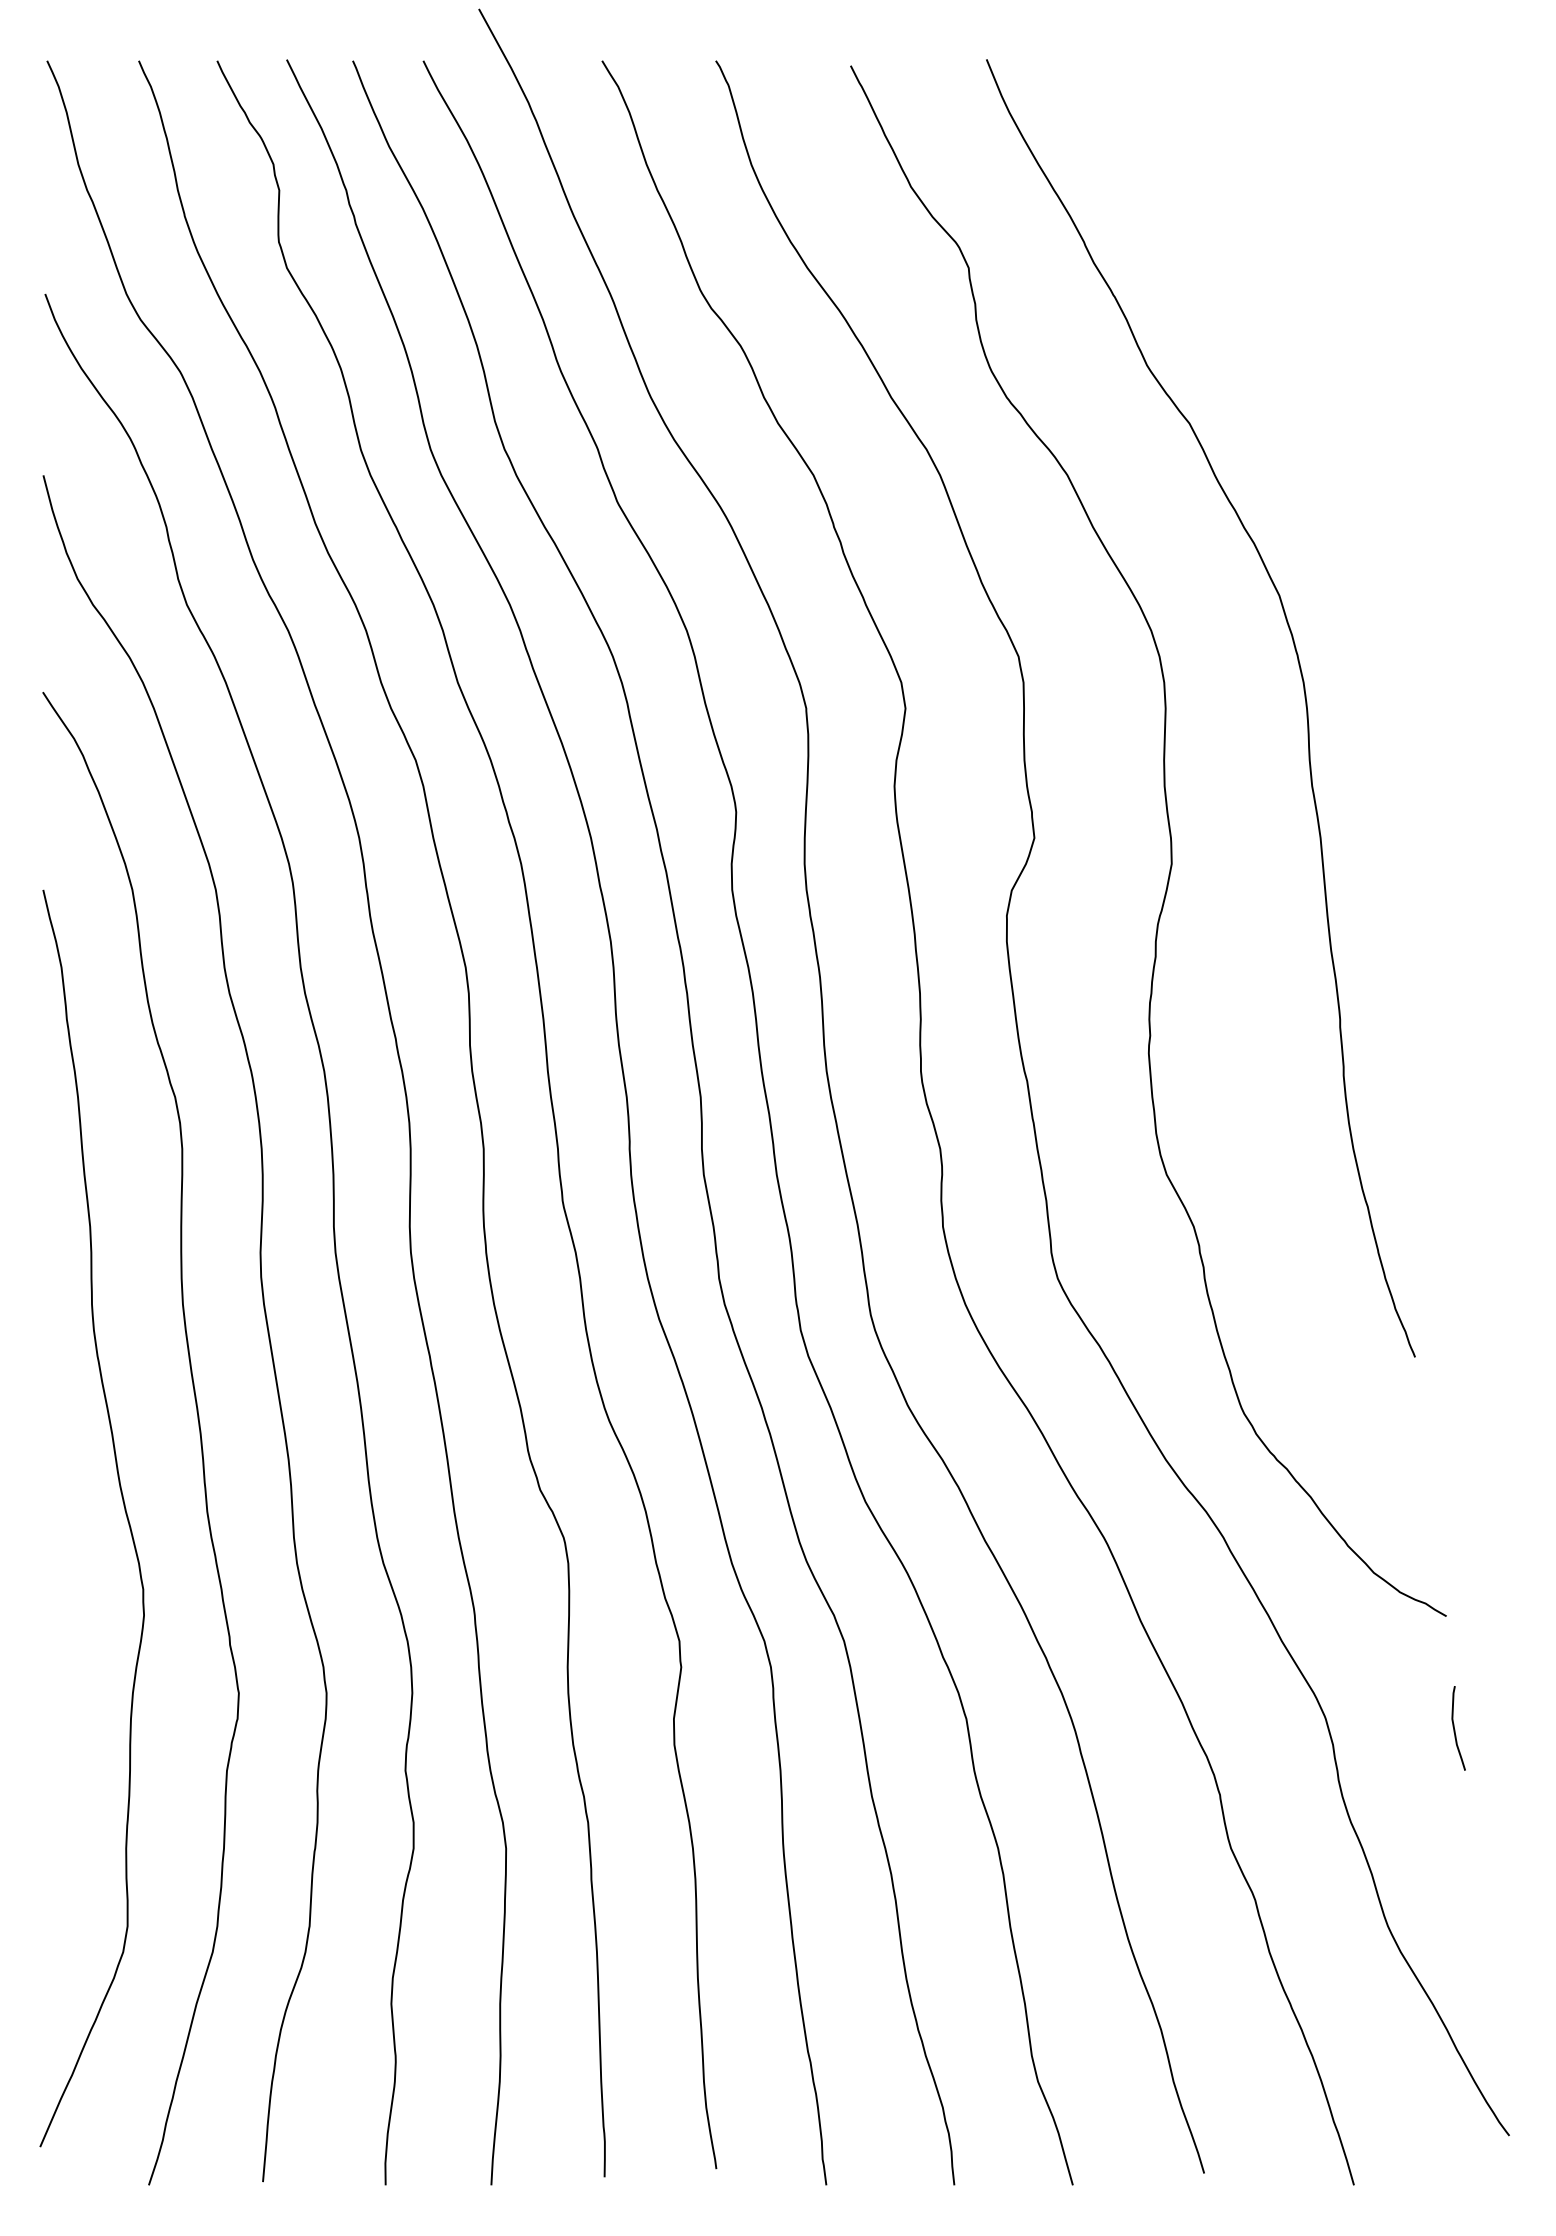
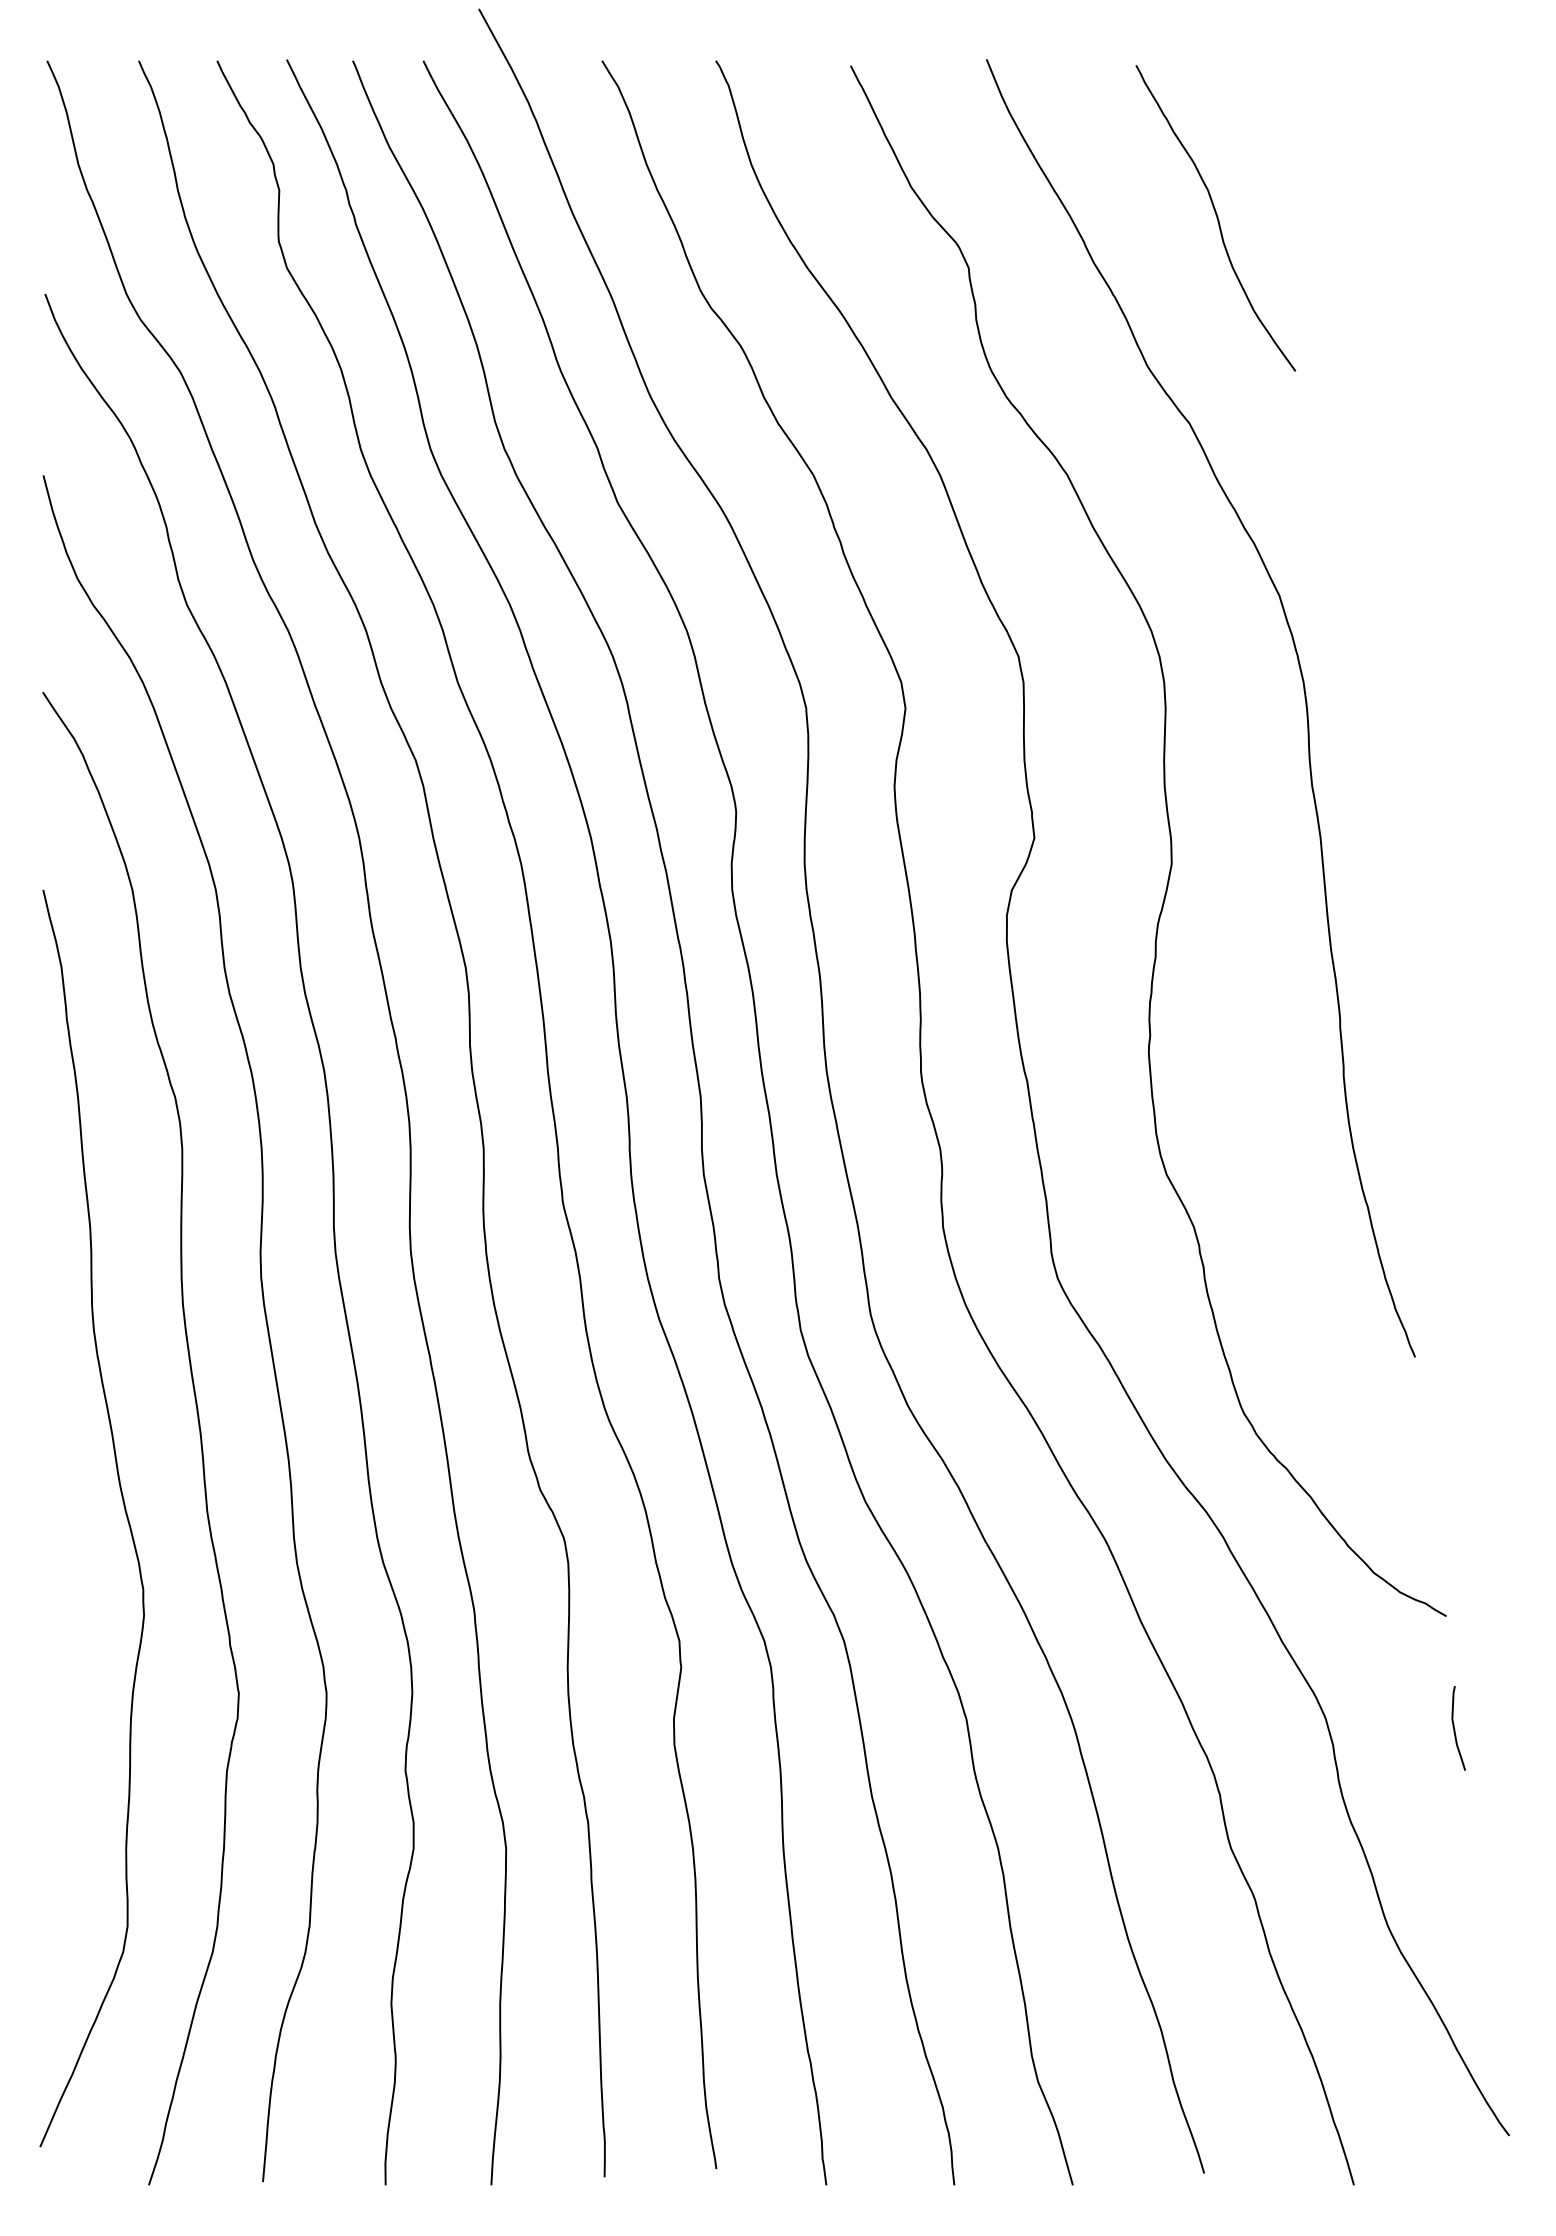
curve at (1216, 218): none -> present
